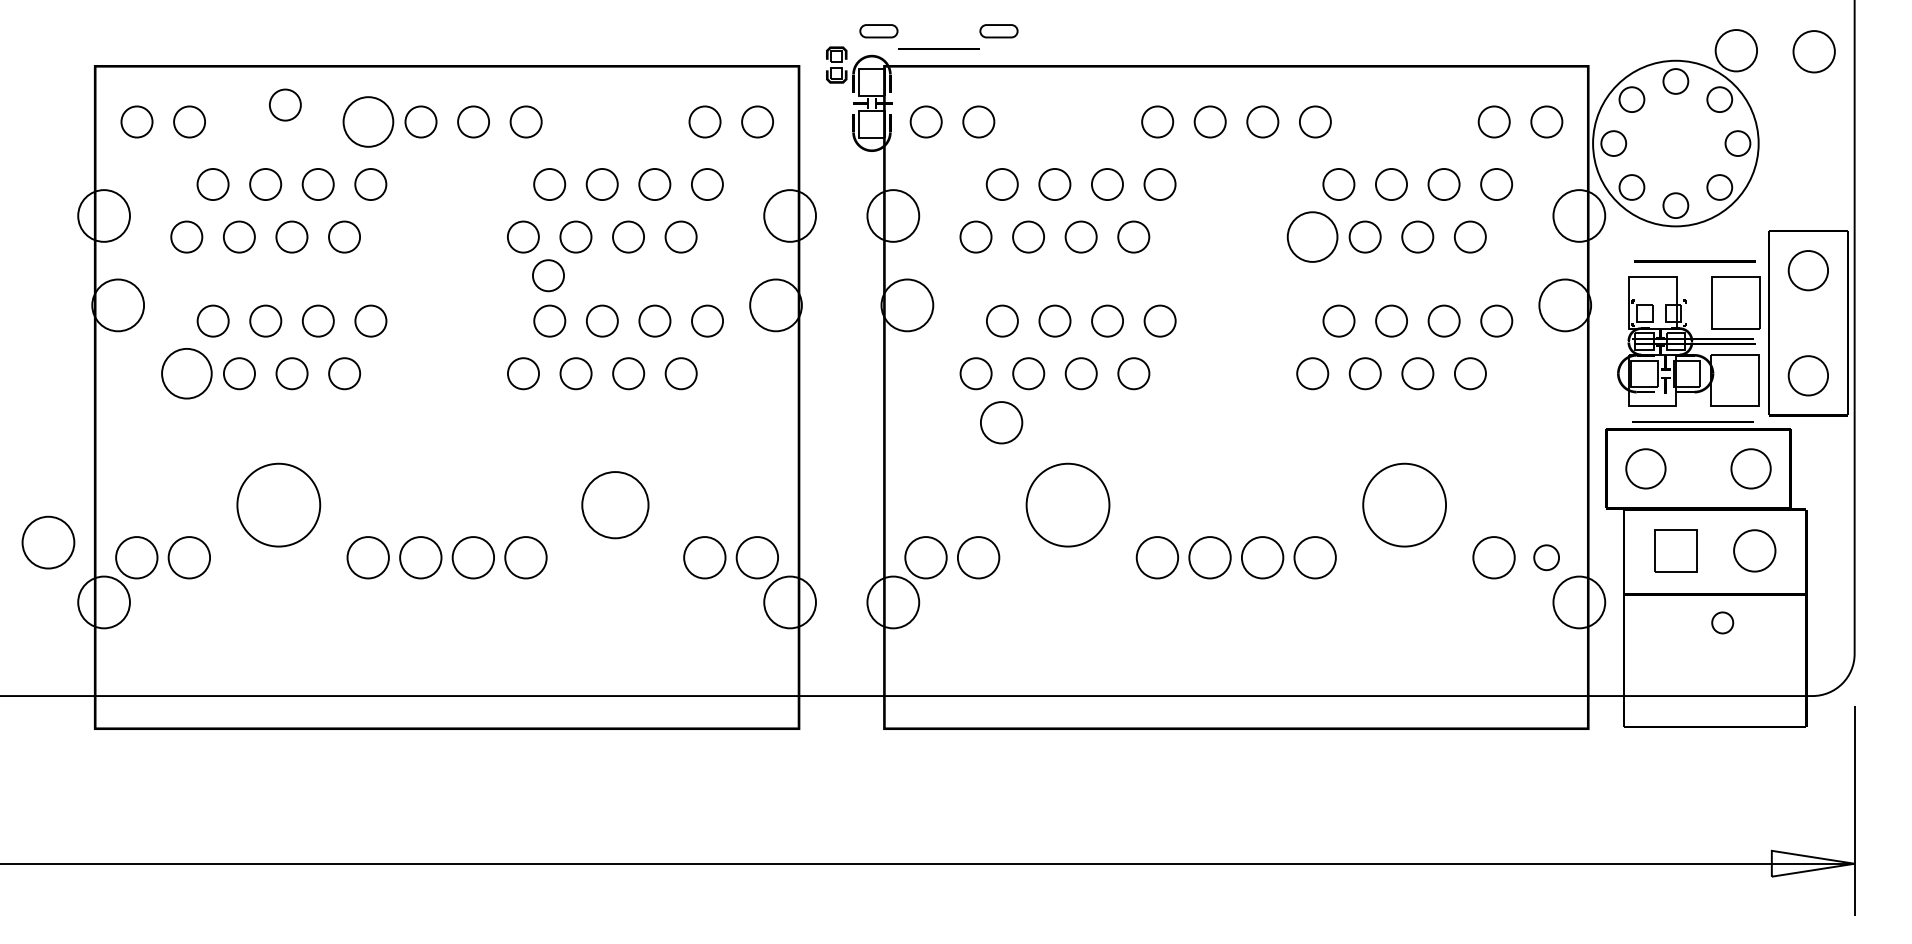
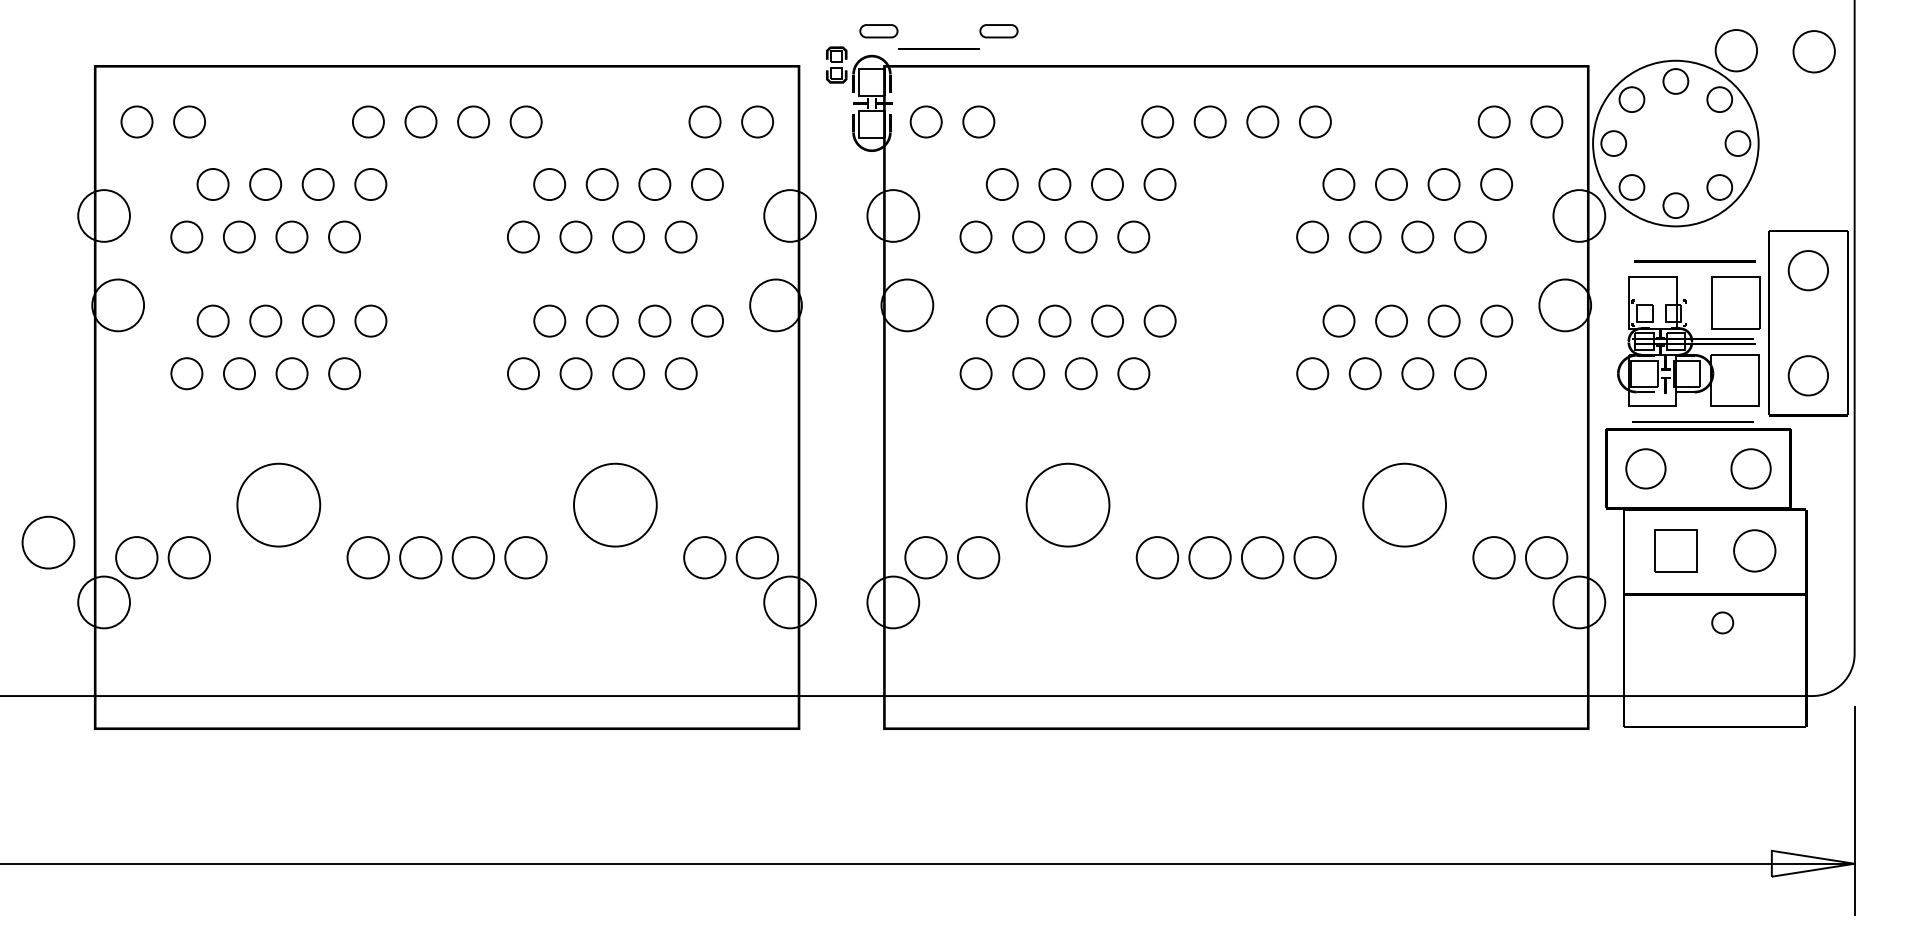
circle at (285, 104): present -> none
circle at (368, 121) diameter: 50 px -> 31 px
circle at (1312, 236) diameter: 50 px -> 31 px
circle at (548, 275): present -> none
circle at (186, 373) diameter: 50 px -> 31 px
circle at (1001, 422): present -> none
circle at (615, 505) diameter: 66 px -> 83 px
circle at (1546, 557) diameter: 25 px -> 41 px
